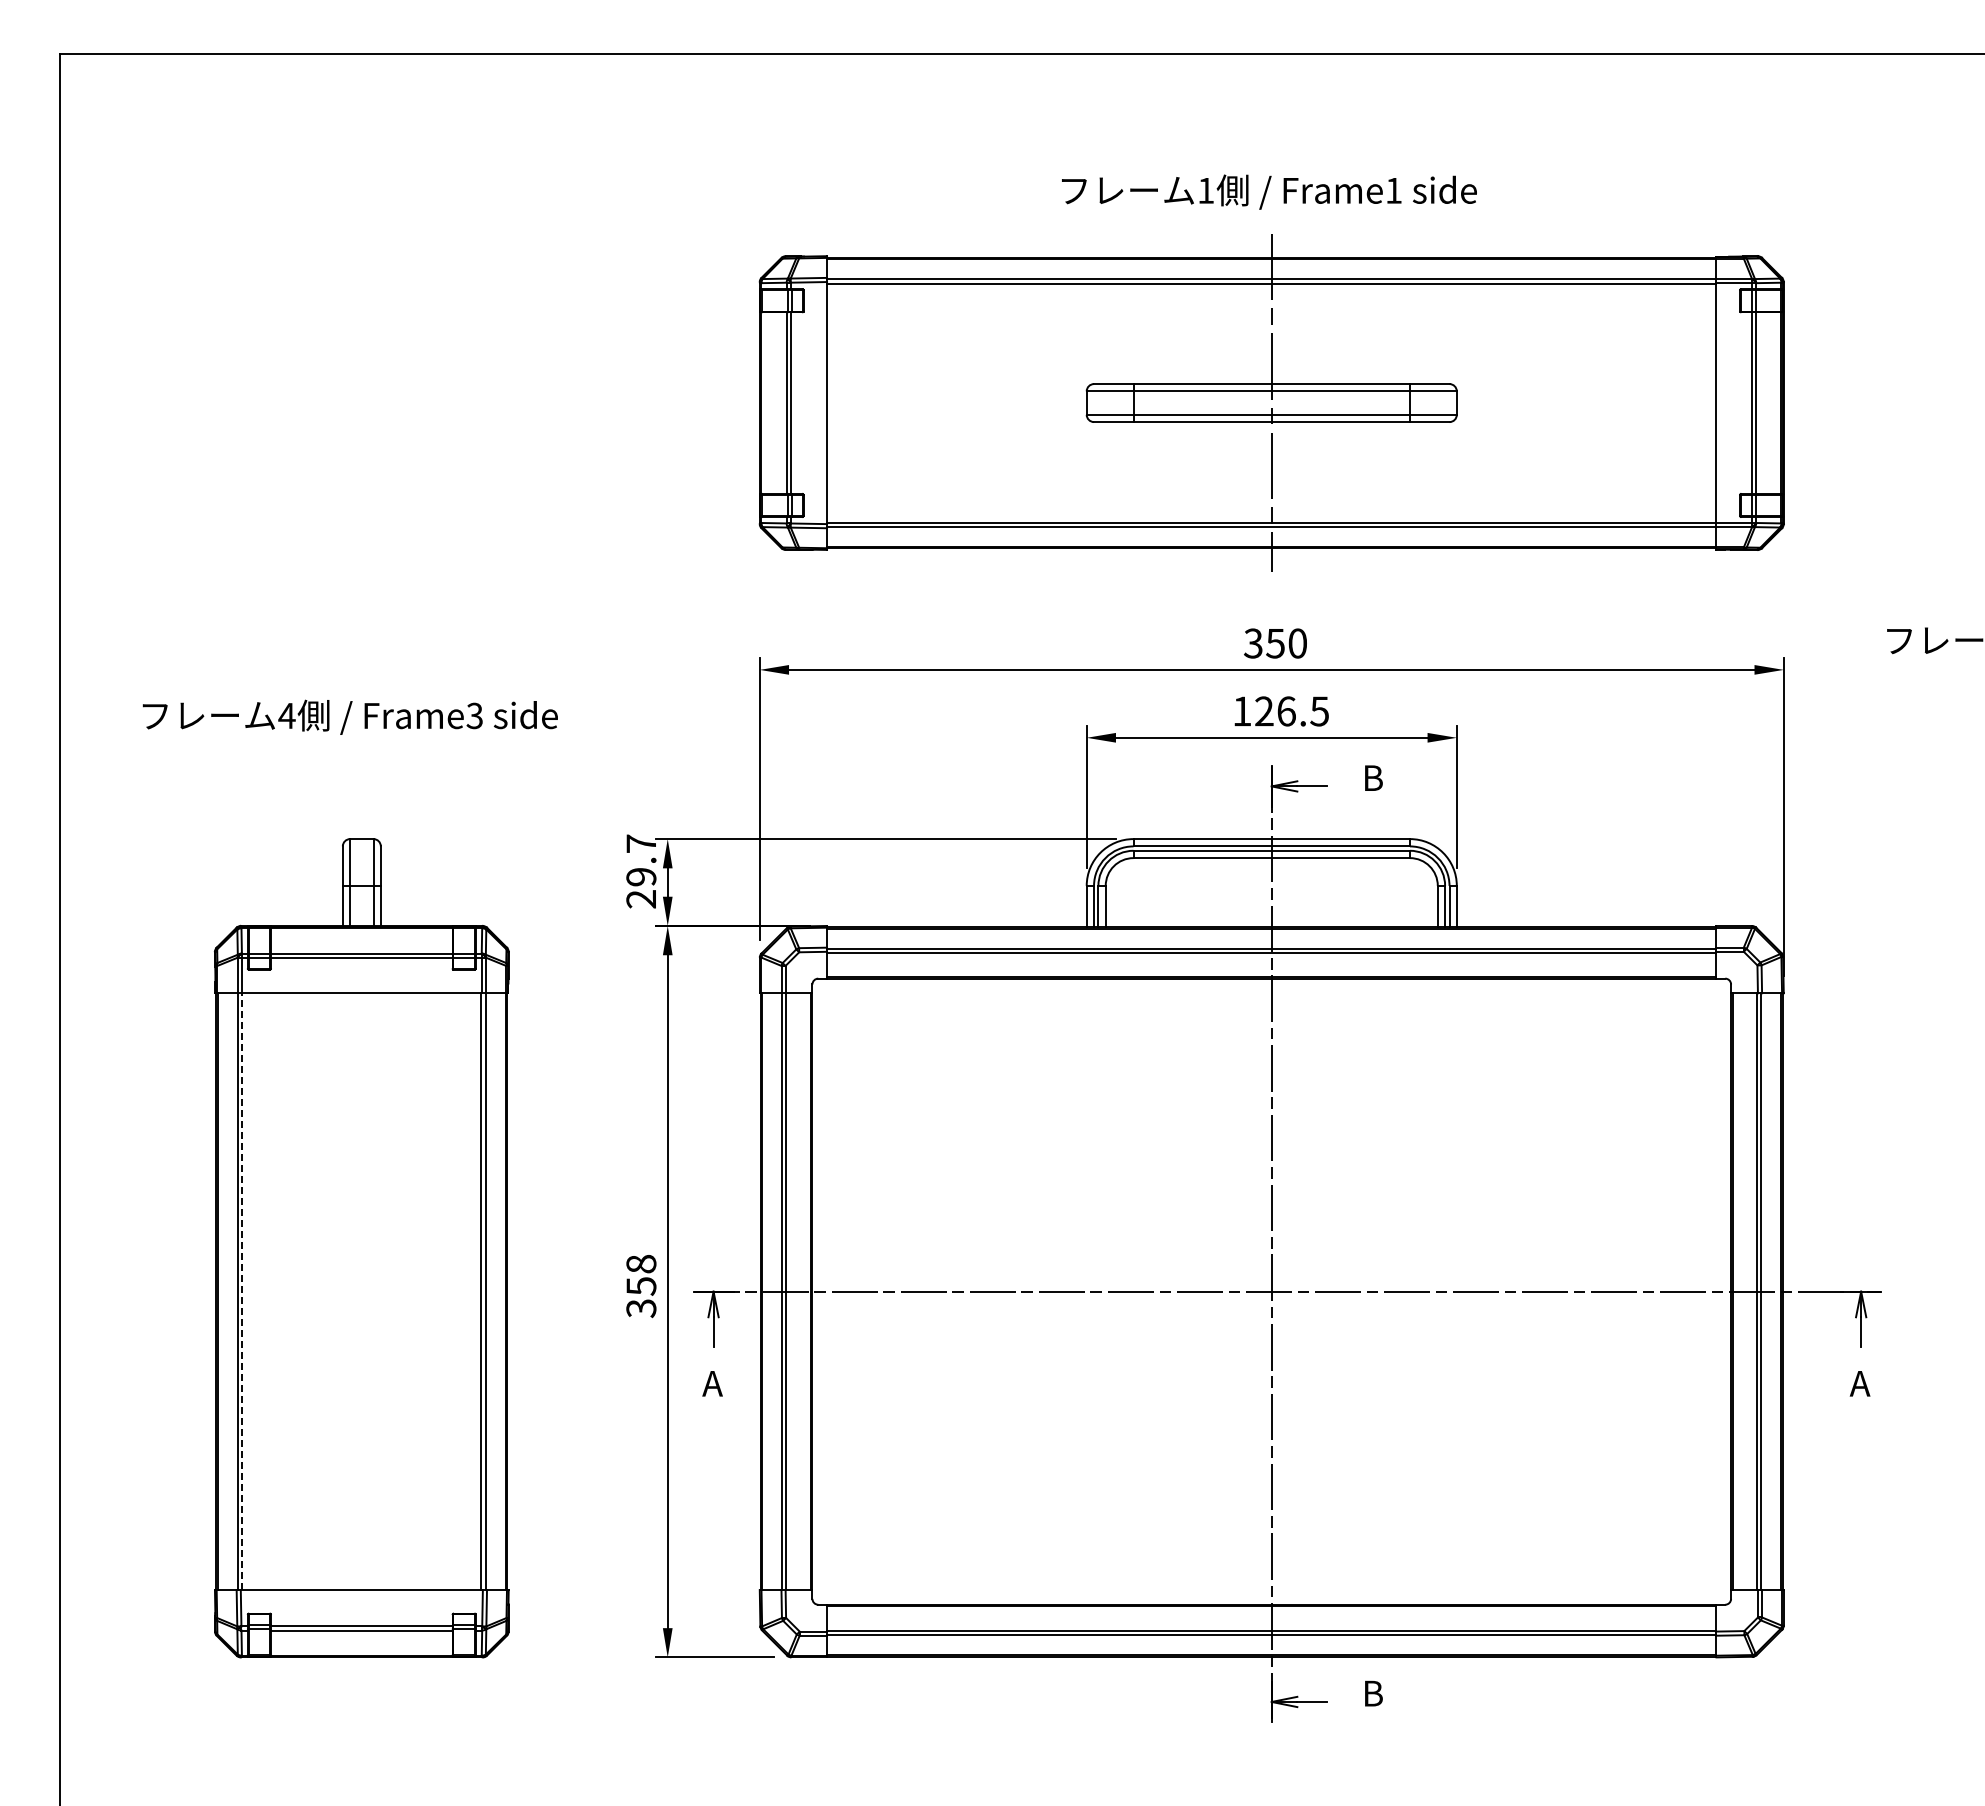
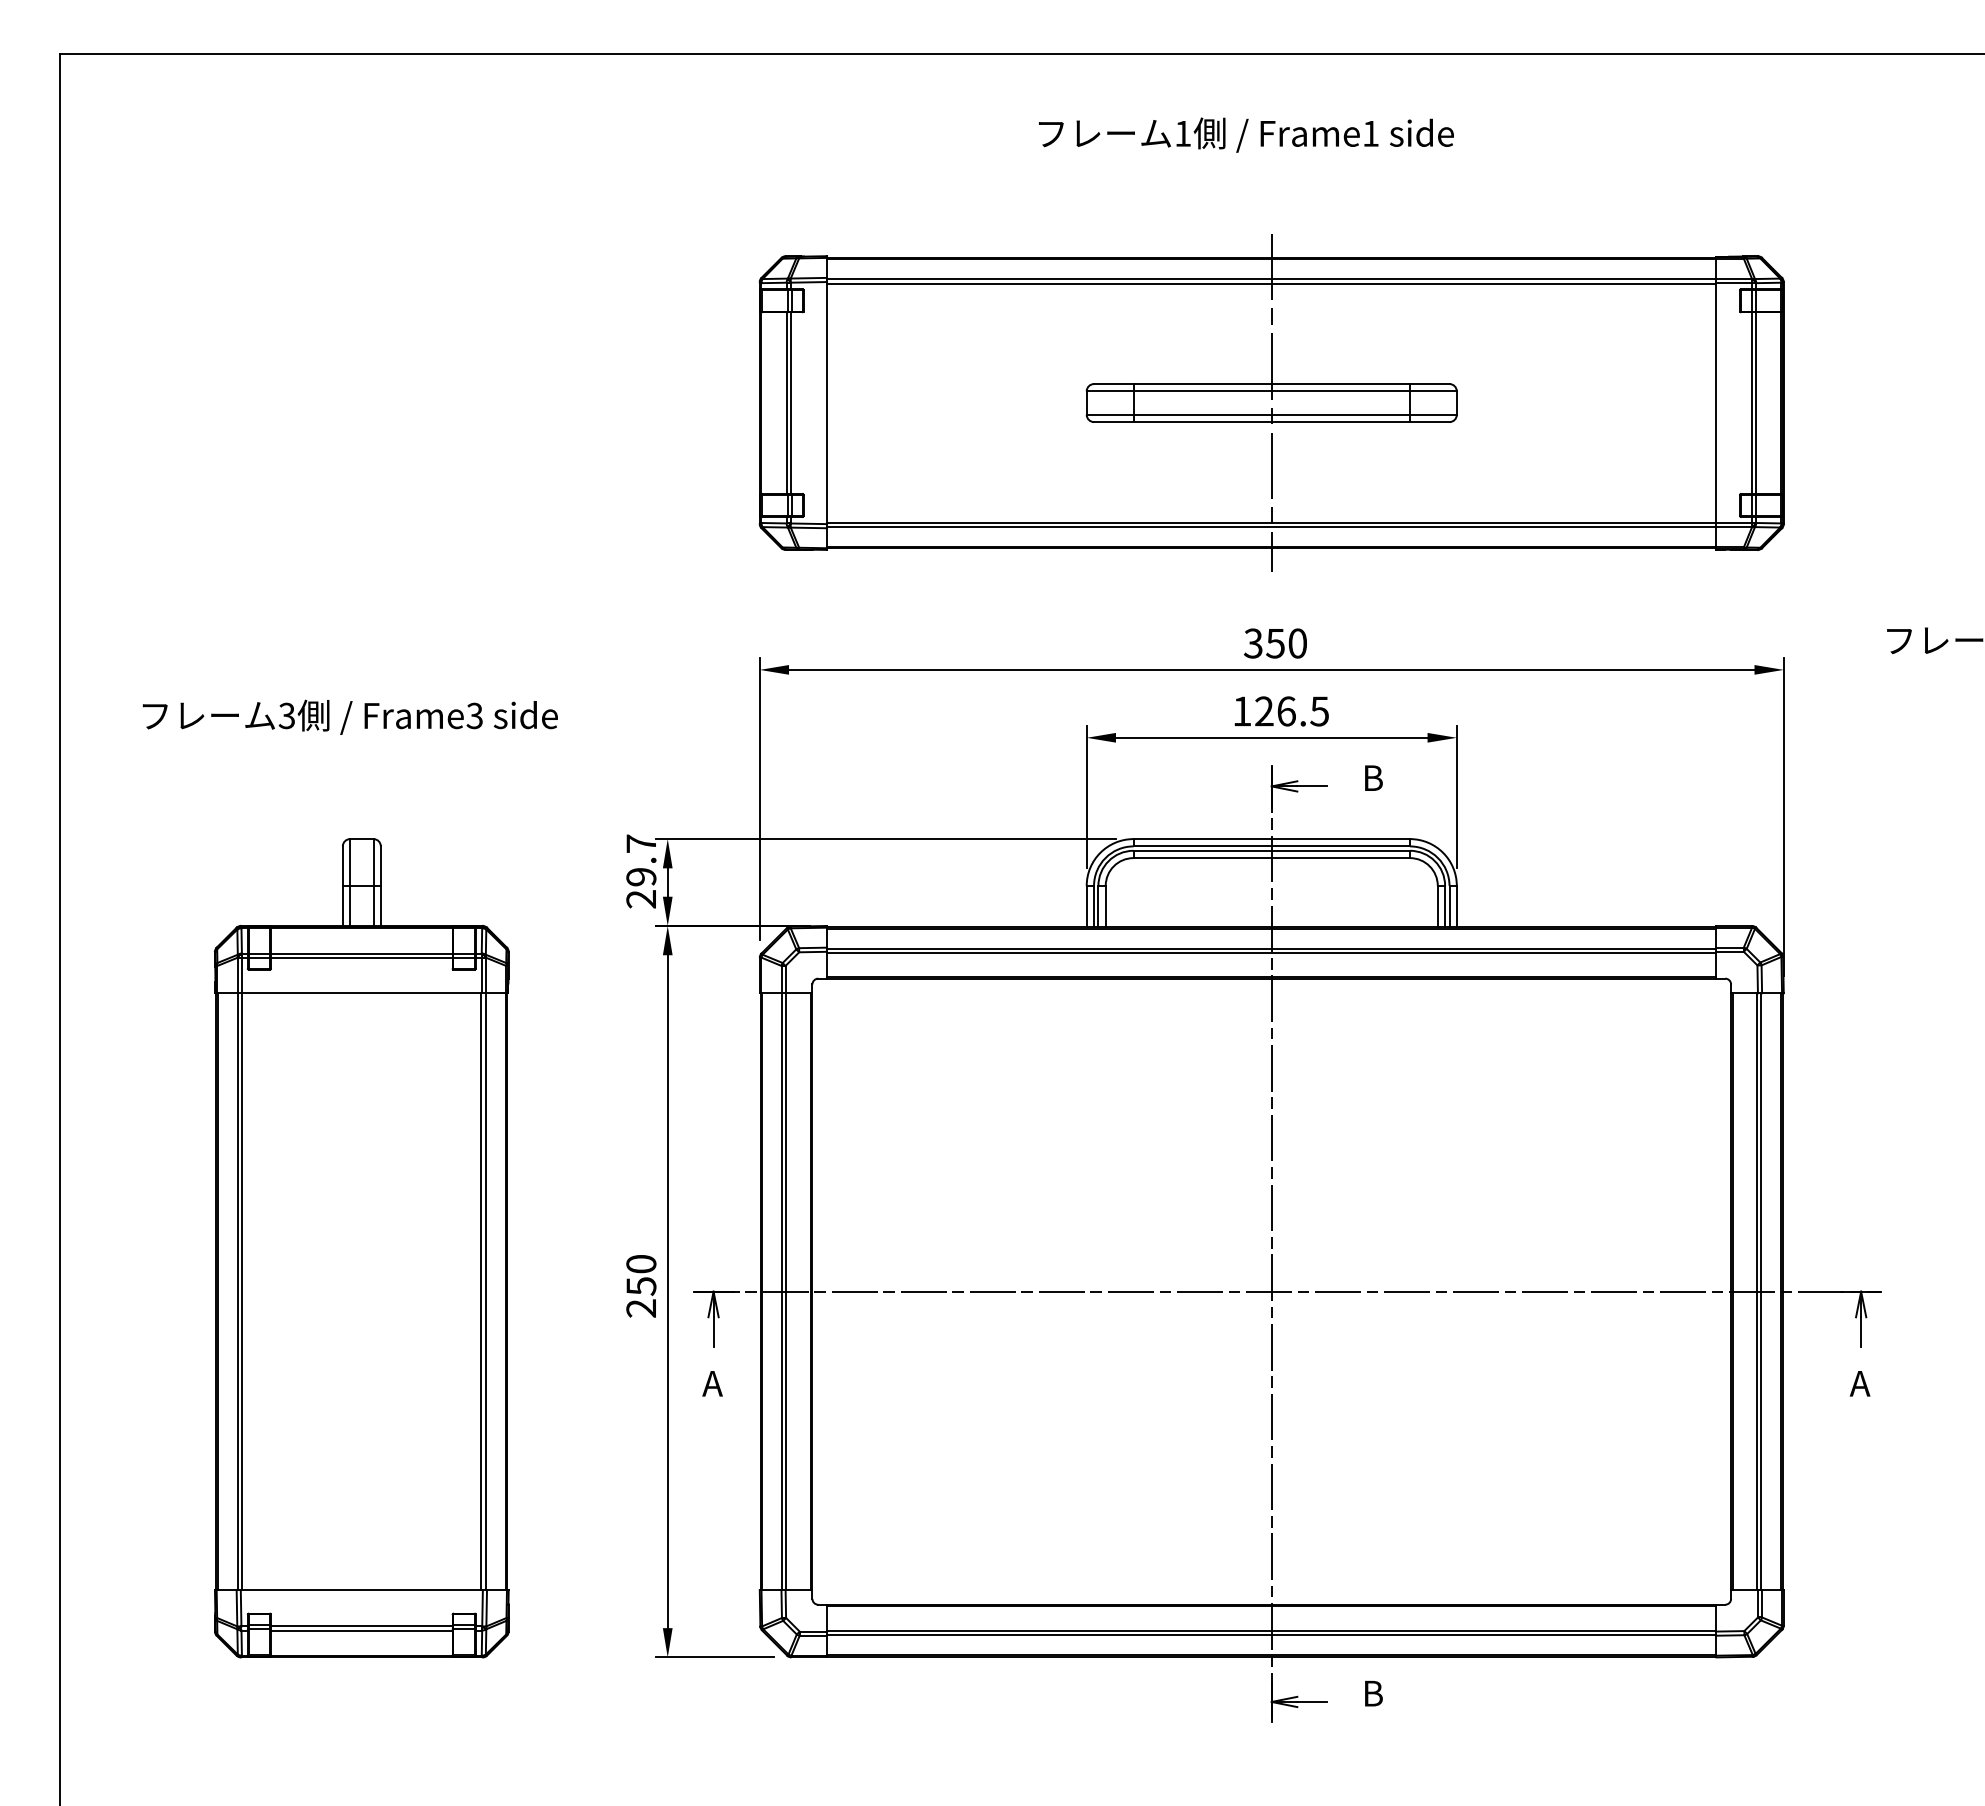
text at (1269, 191) position: (1269, 191) -> (1246, 134)
text at (286, 715): 4 -> 3
text at (641, 1286): 358 -> 250
line at (242, 1291): dashed -> solid
